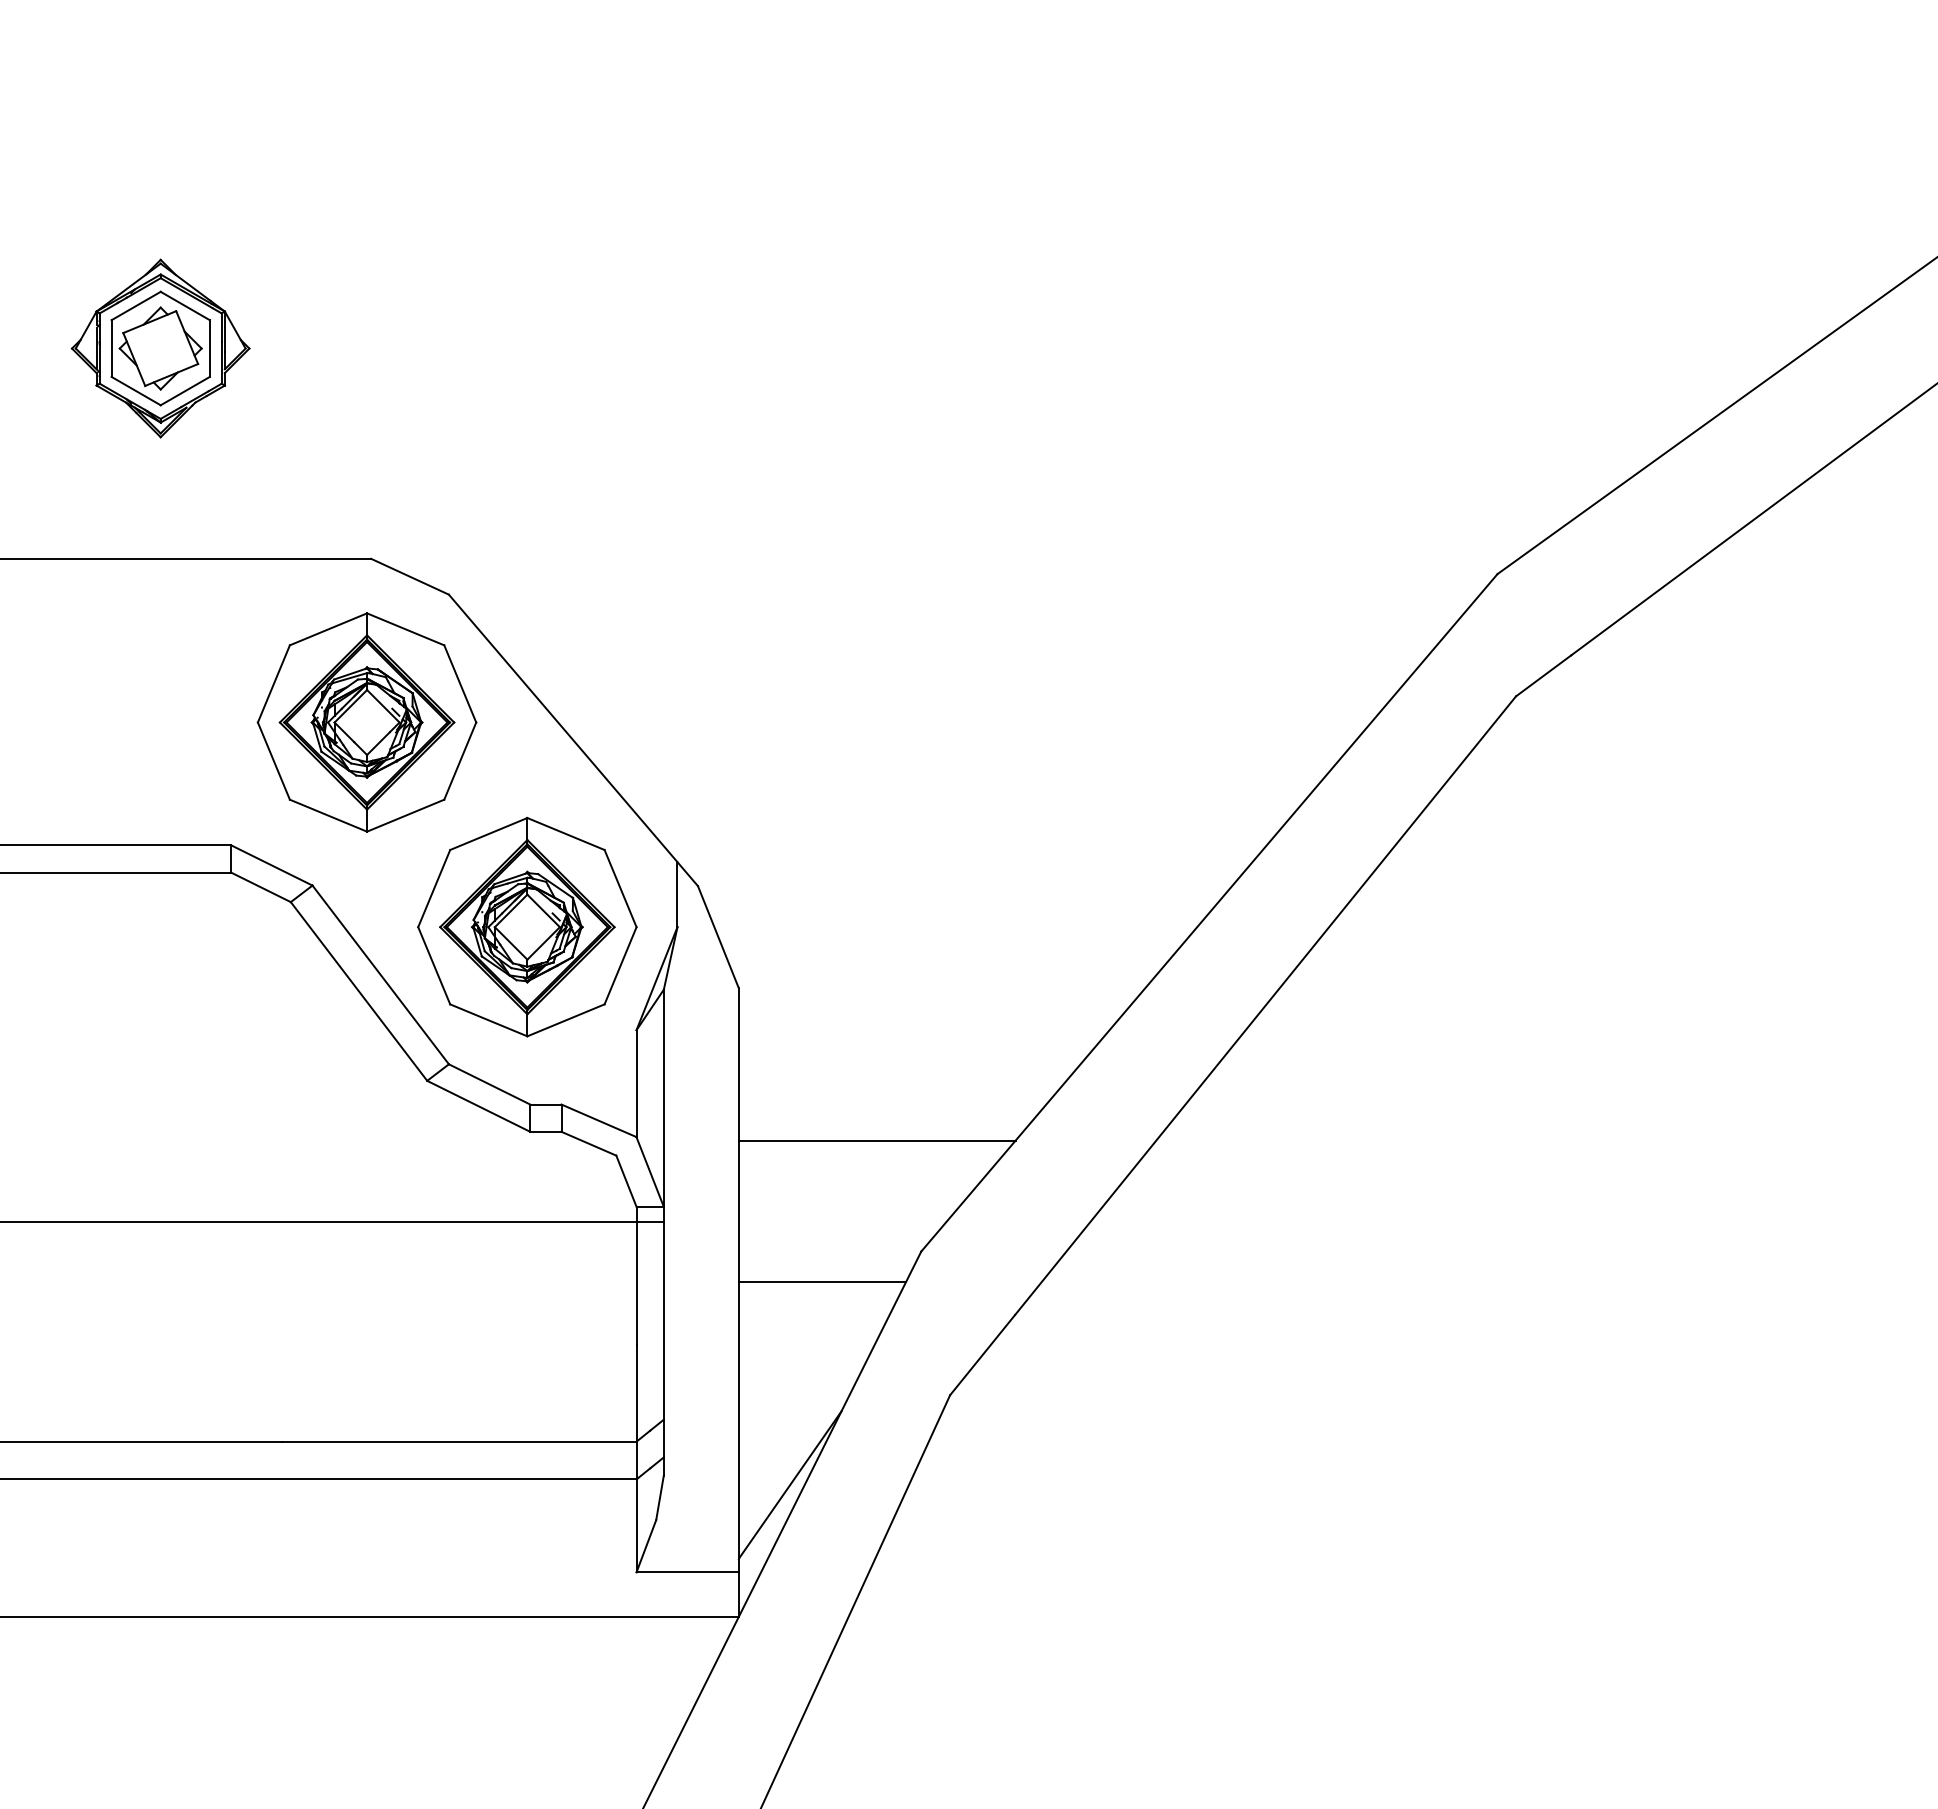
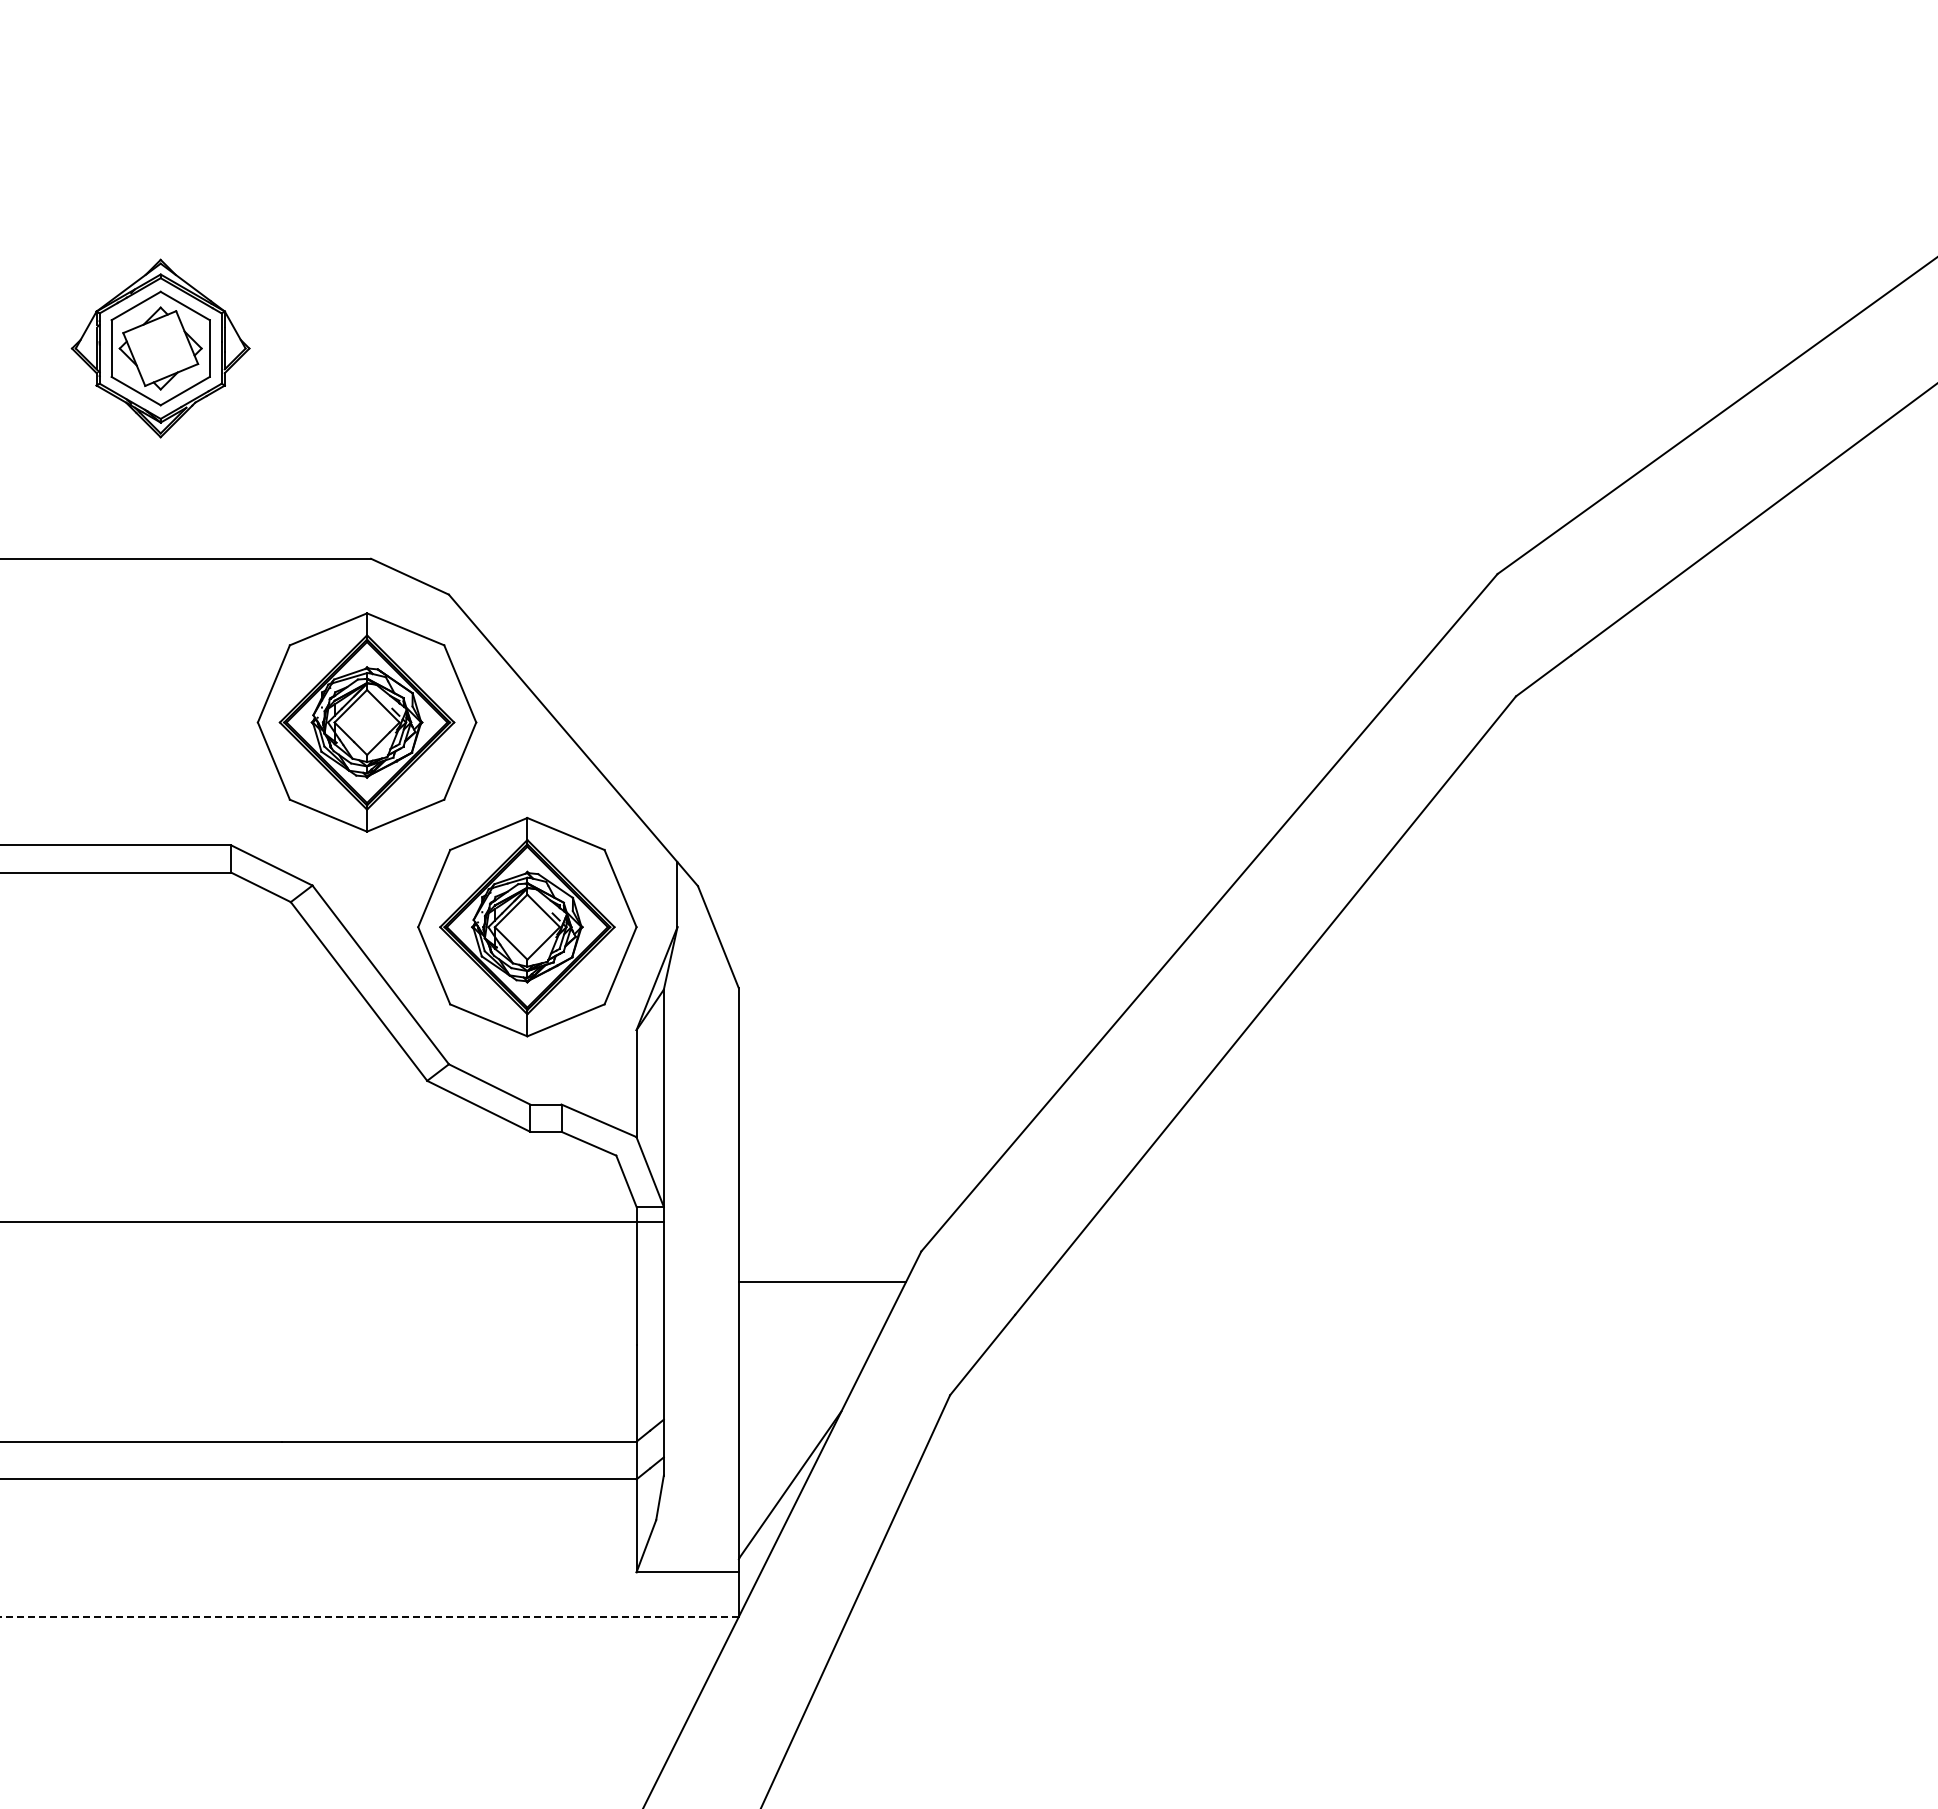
line at (876, 1140): present -> none
line at (369, 1616): solid -> dashed
